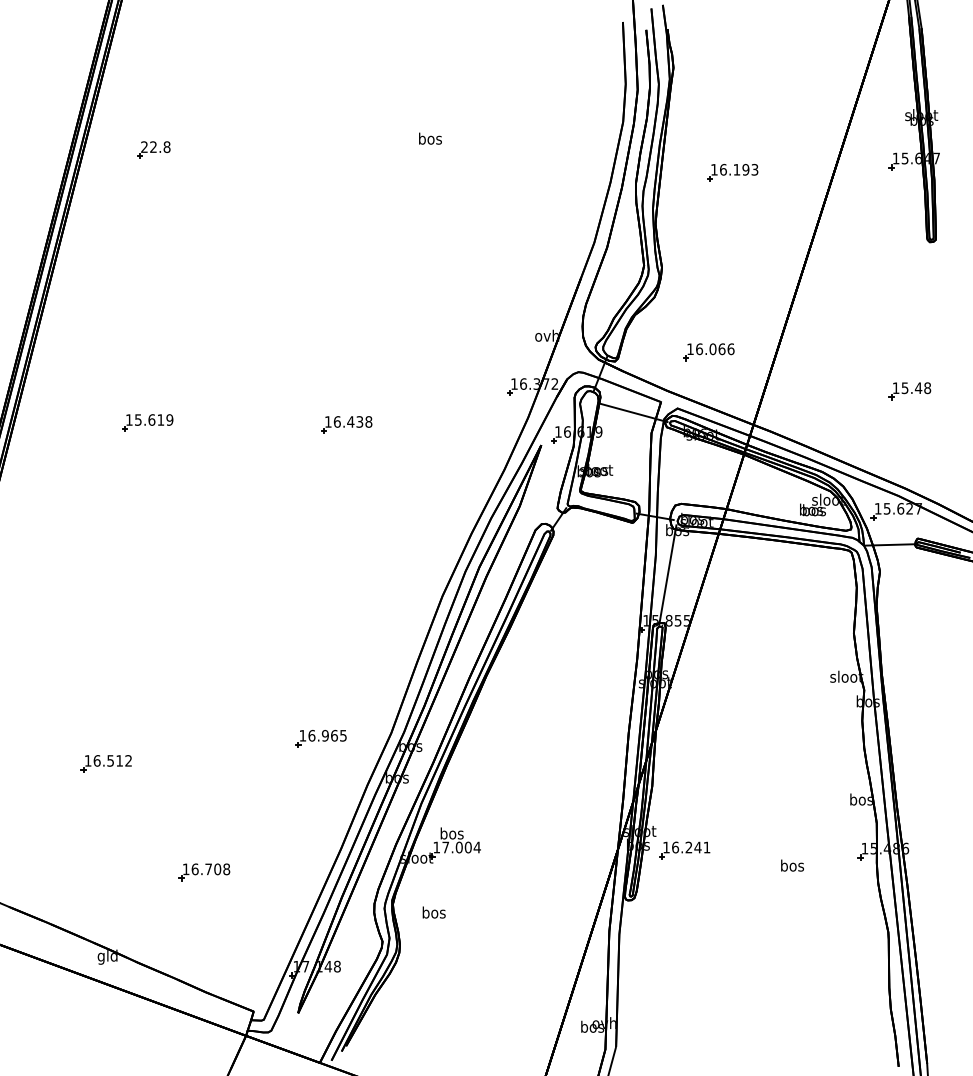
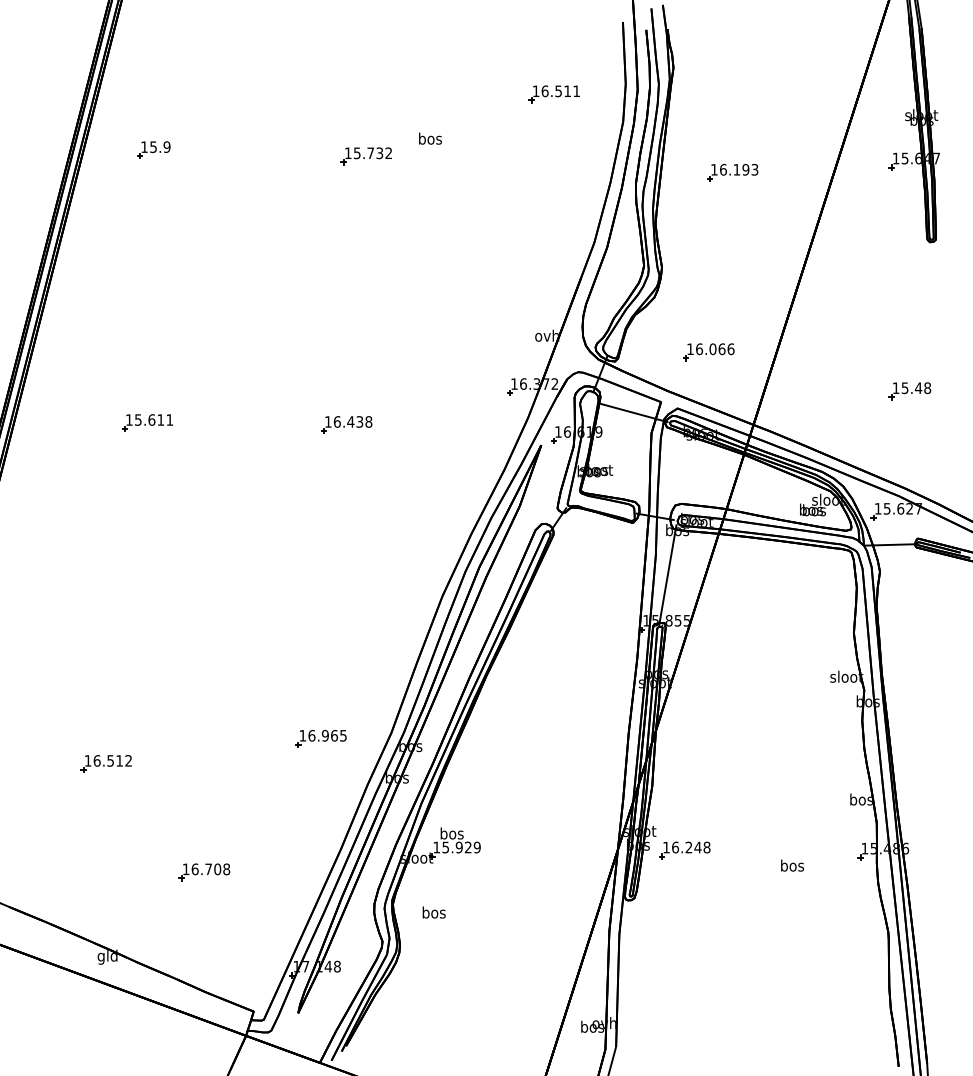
part at (553, 94): none -> present
text at (155, 147): 22.8 -> 15.9
part at (365, 156): none -> present
text at (169, 419): 15.619 -> 15.611
text at (461, 847): 17.004 -> 15.929
text at (706, 847): 16.241 -> 16.248
